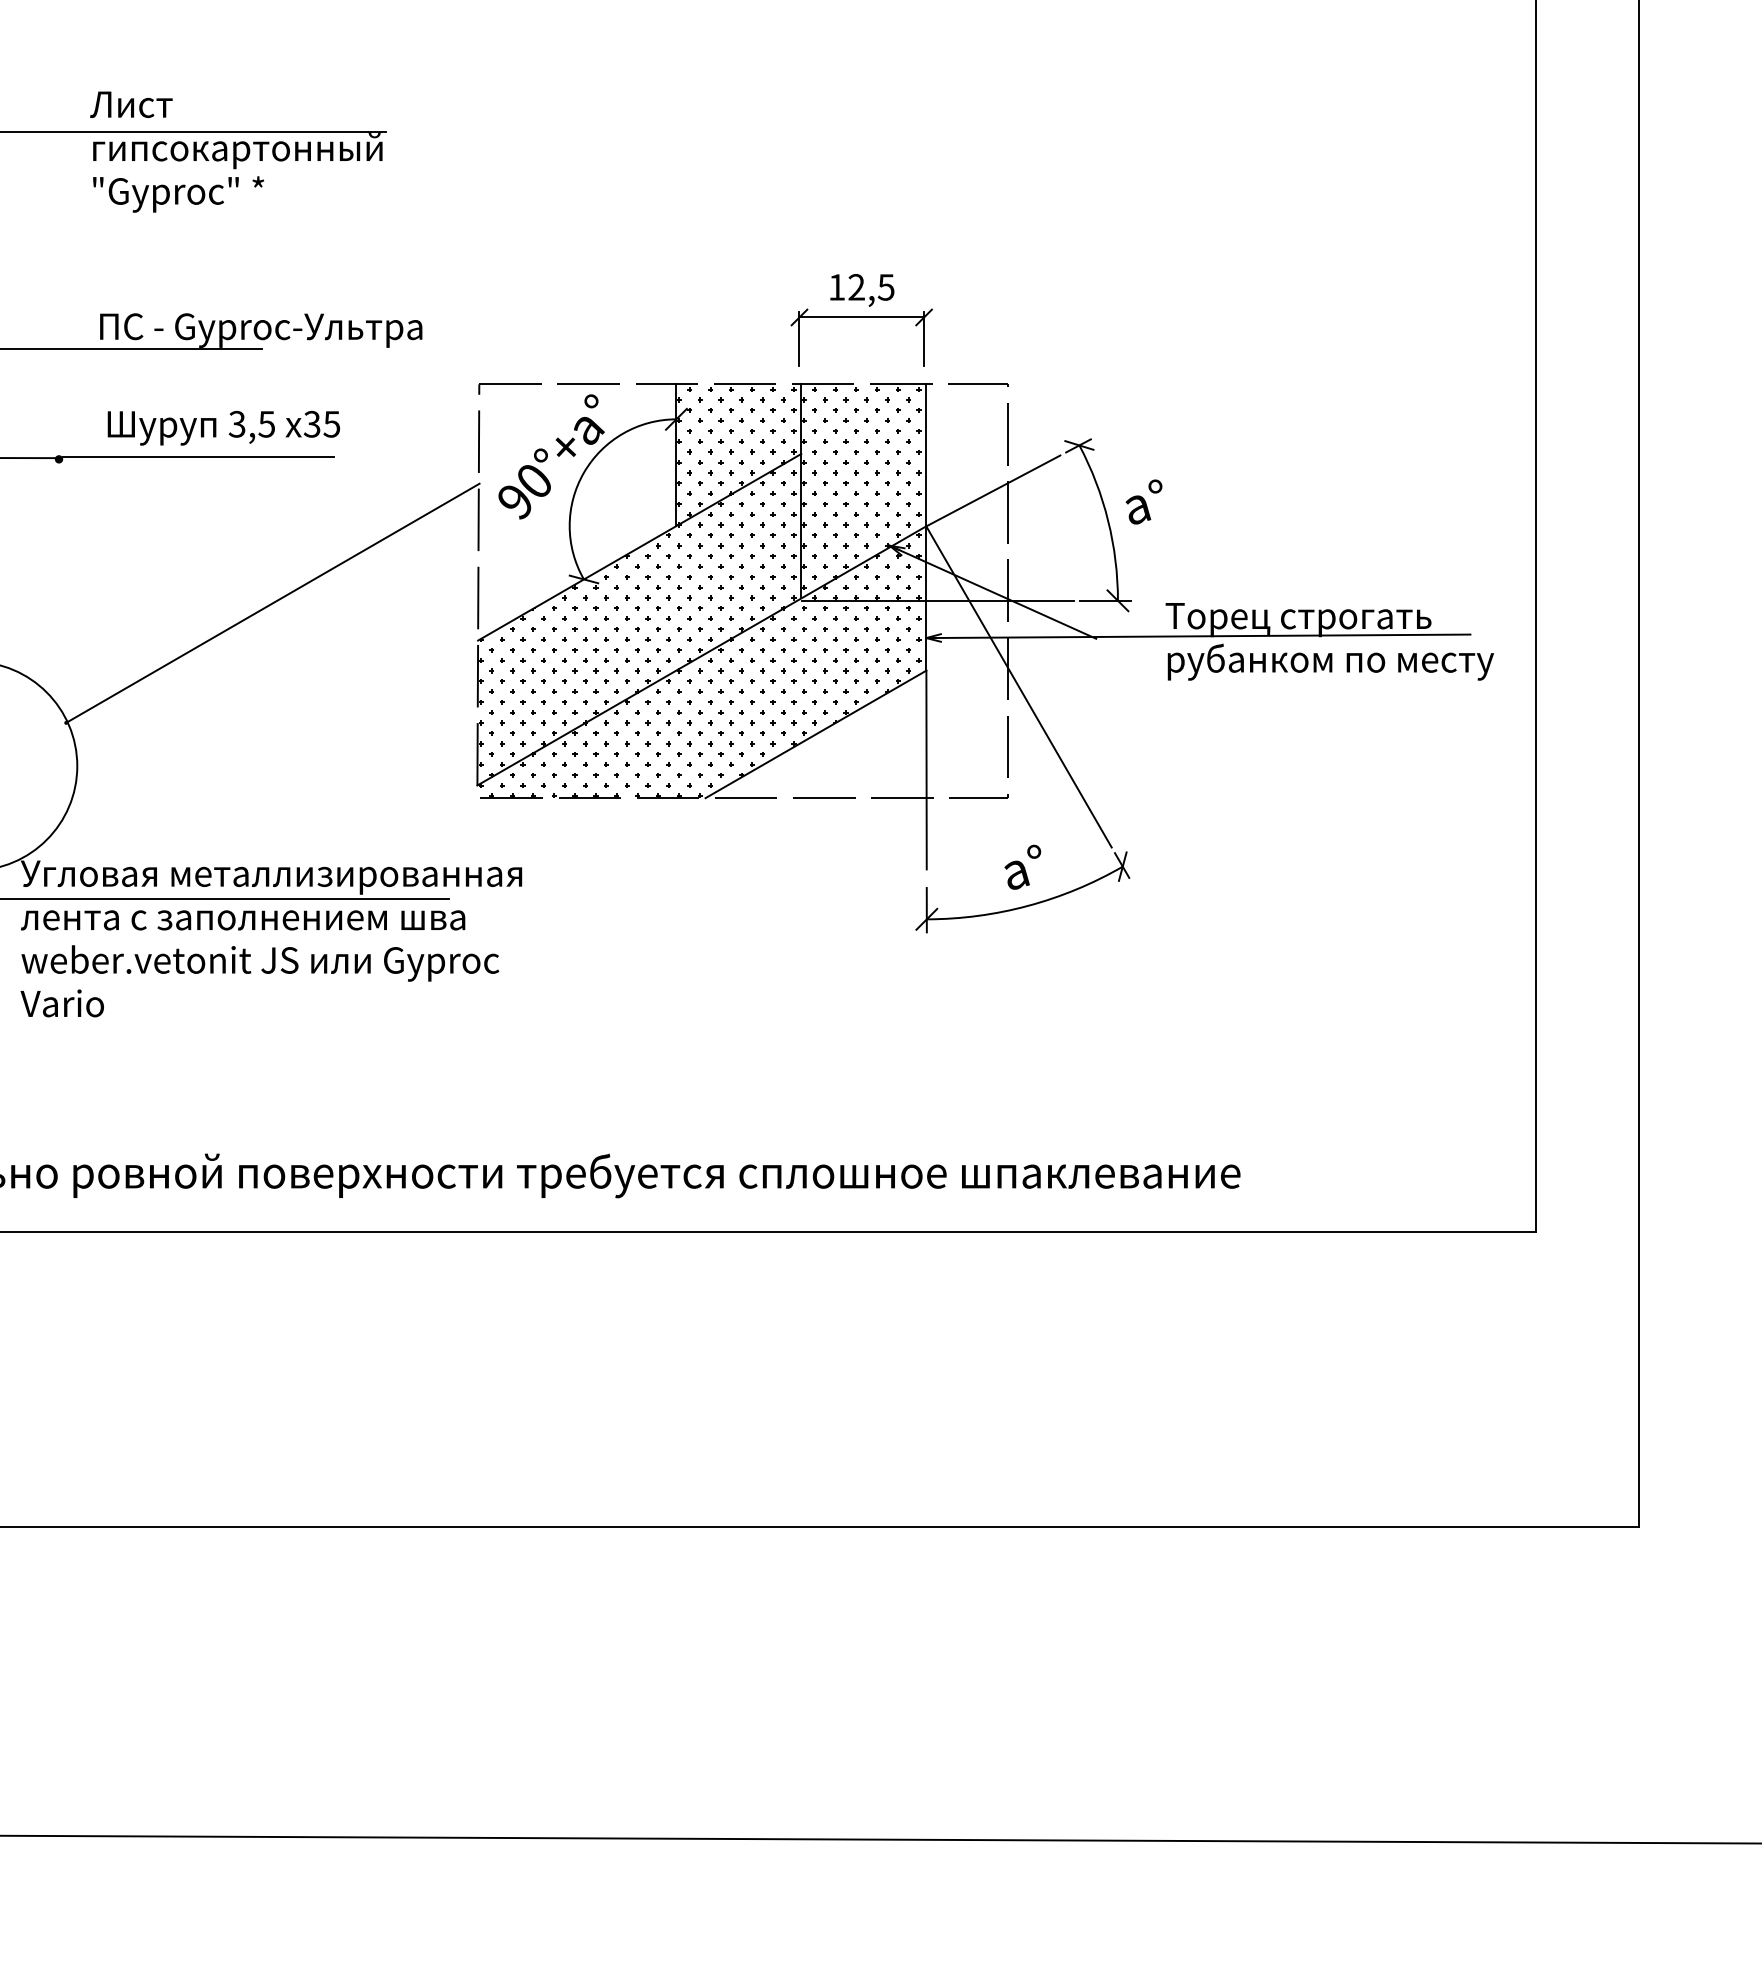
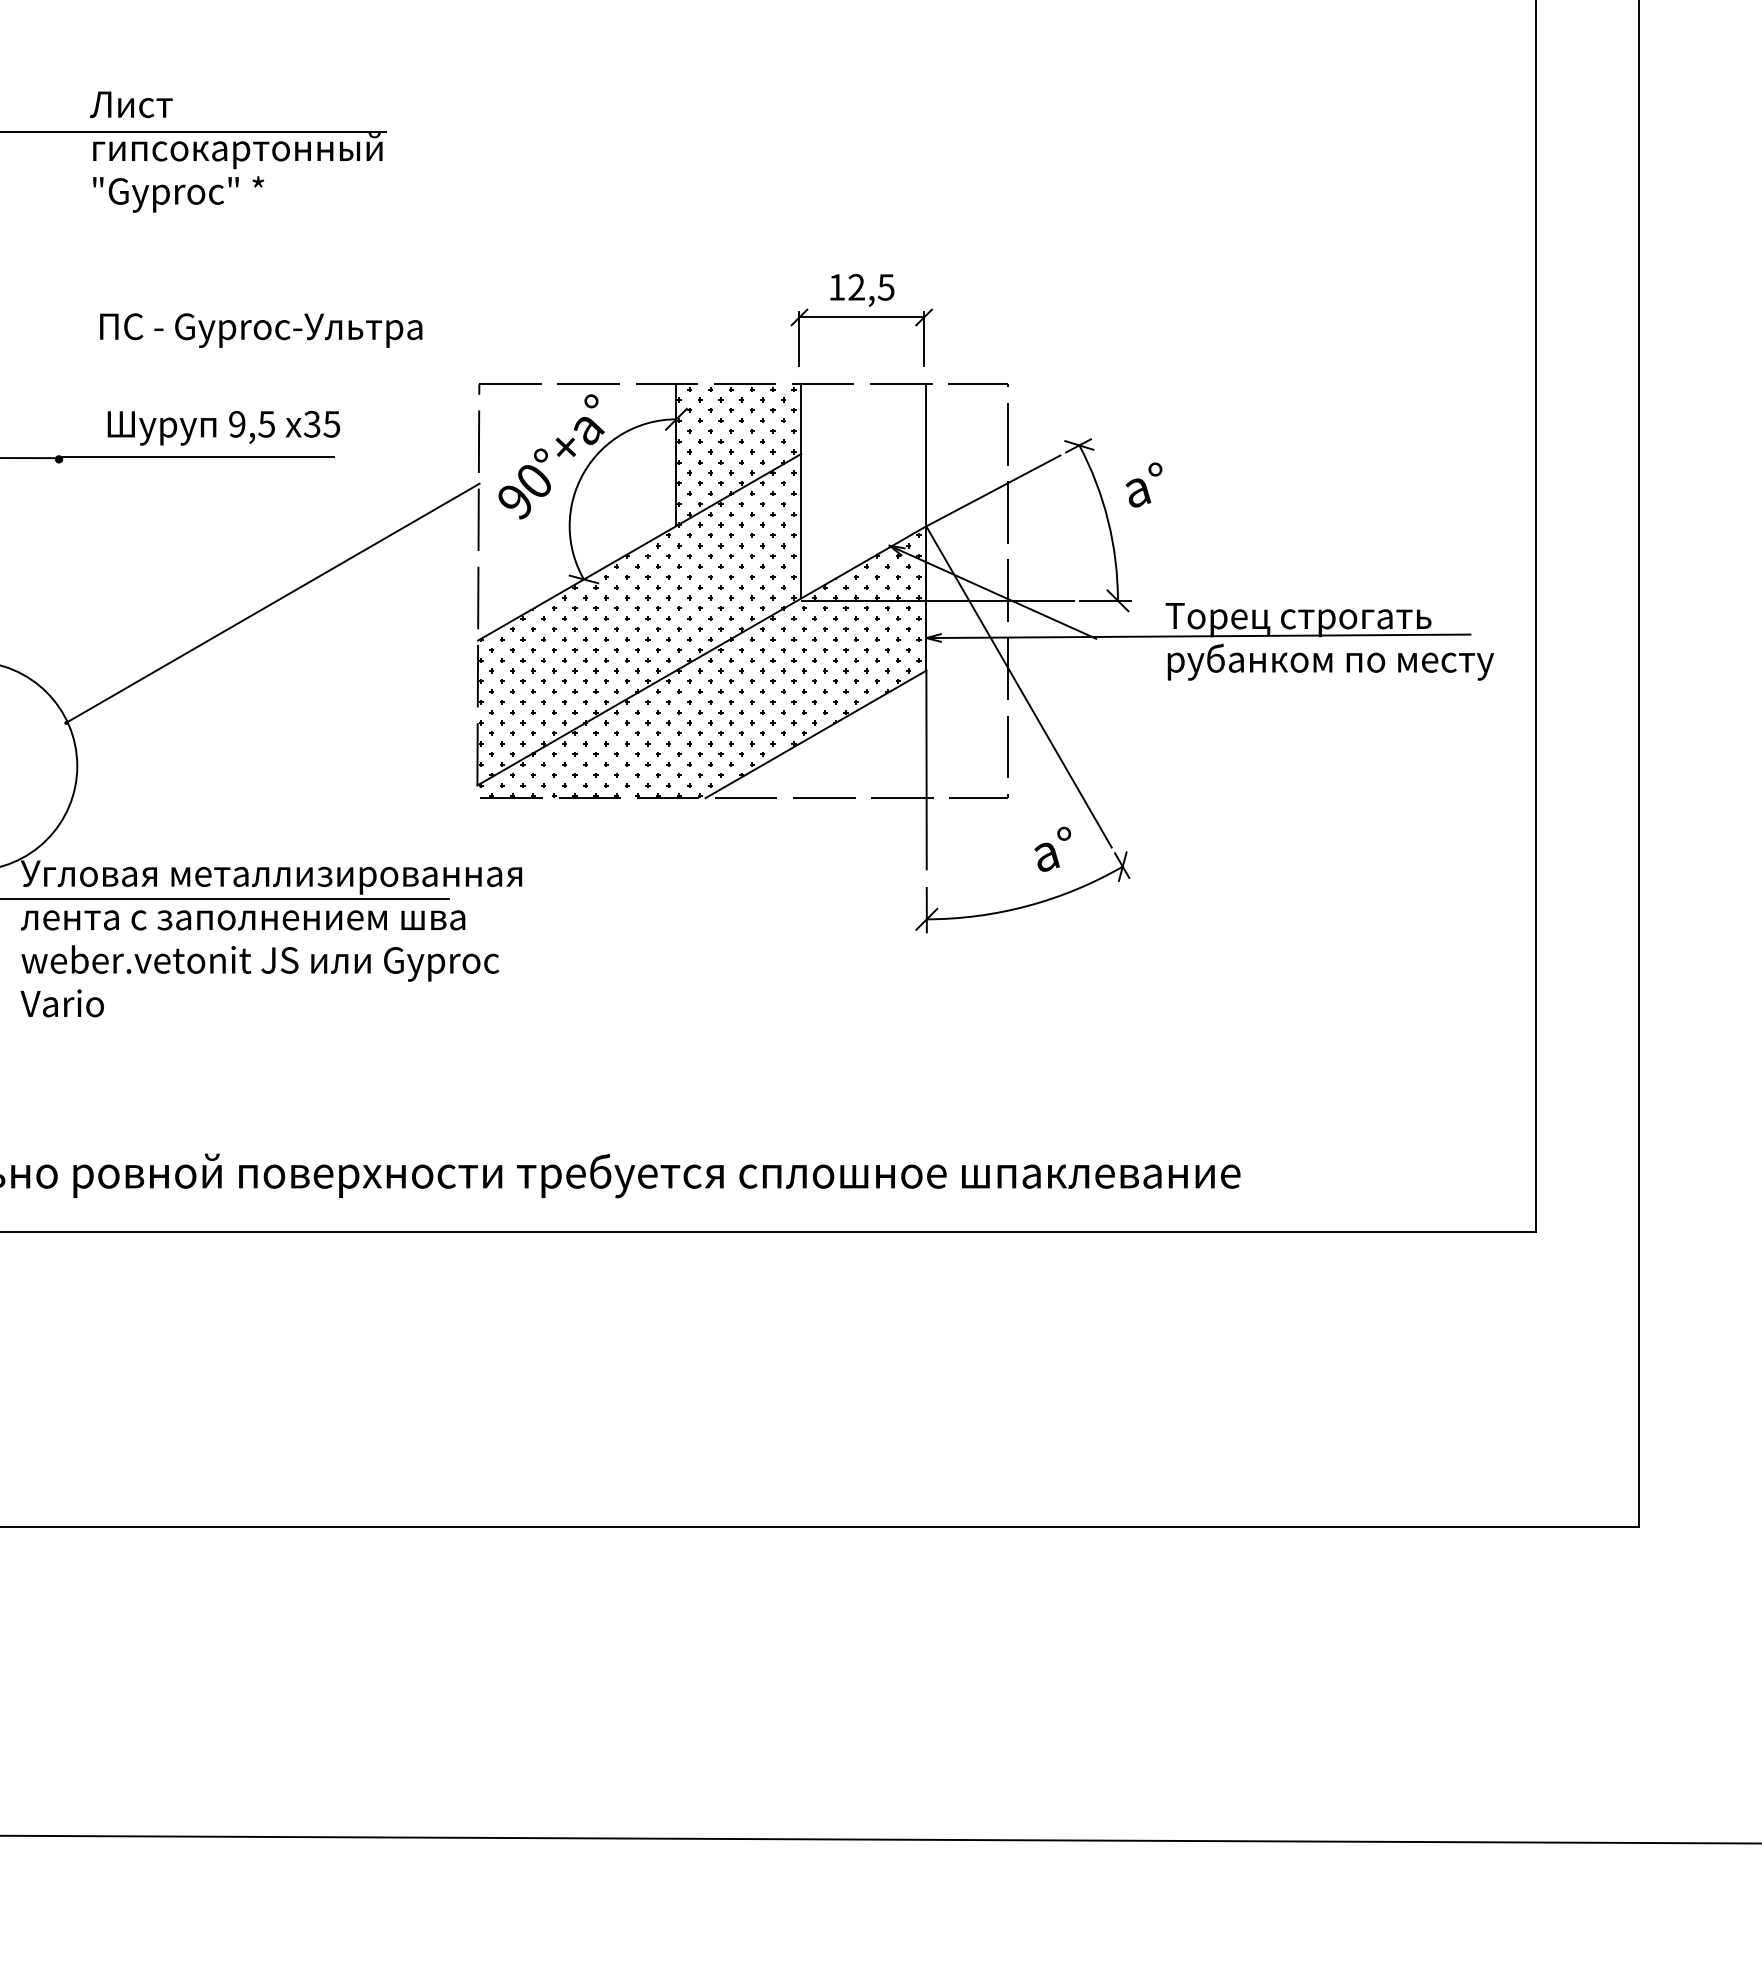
line at (132, 348): present -> none
text at (236, 424): 3,5 -> 9,5
hatch at (861, 488): present -> none
text at (1143, 501) position: (1143, 501) -> (1143, 484)
text at (1022, 866) position: (1022, 866) -> (1052, 848)
